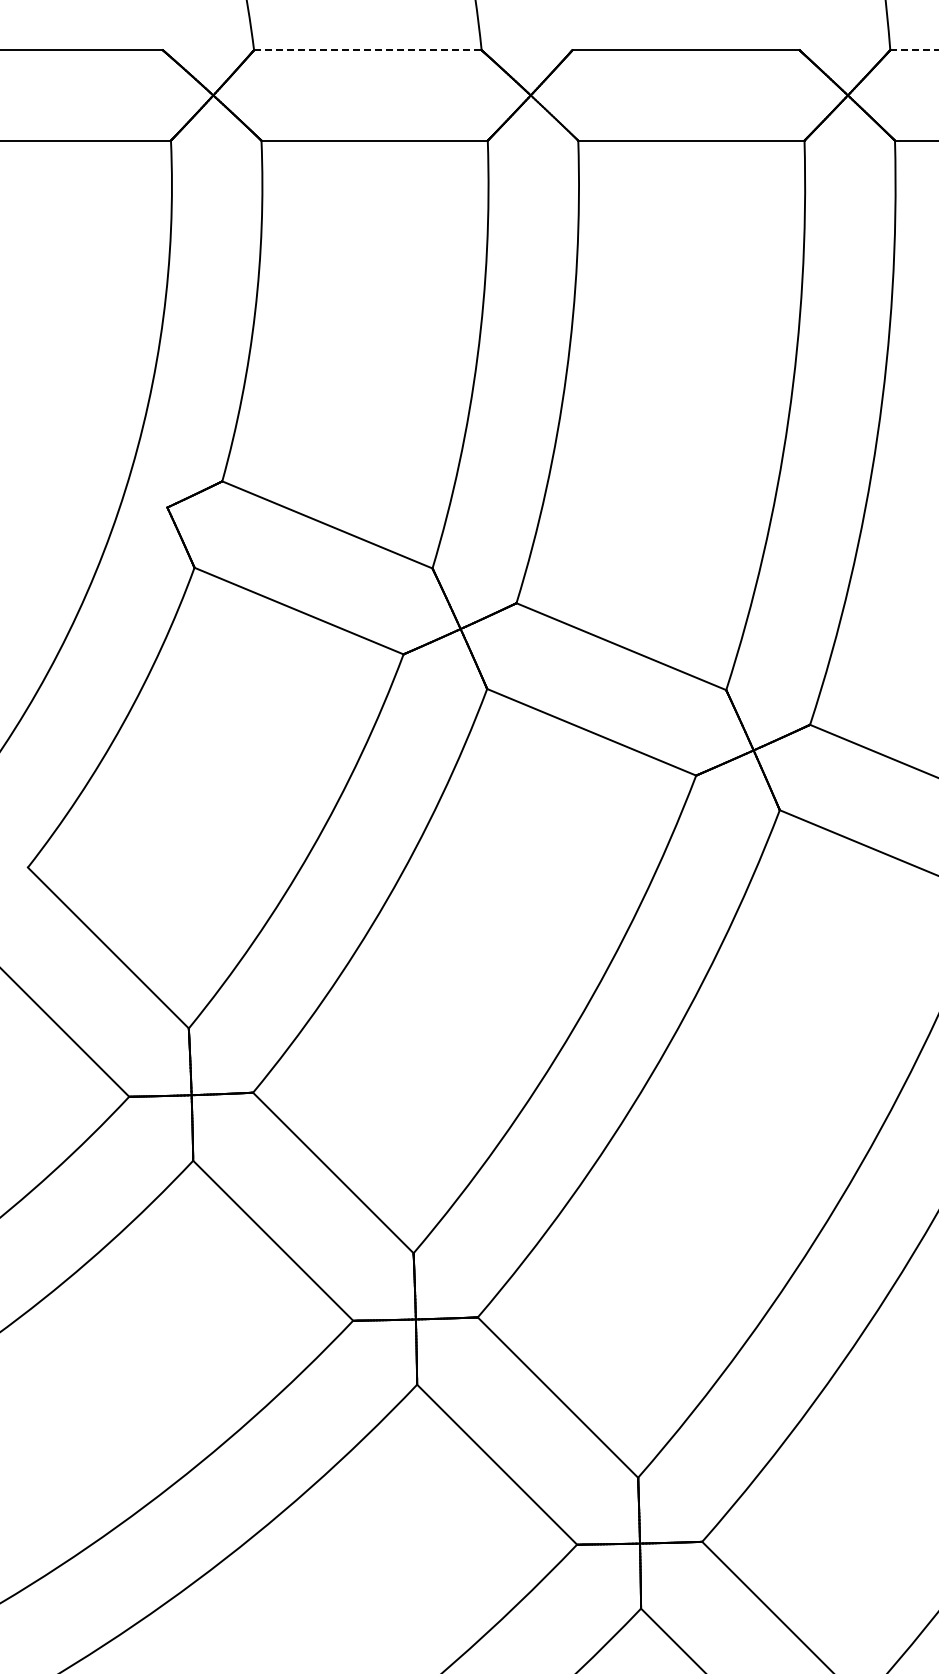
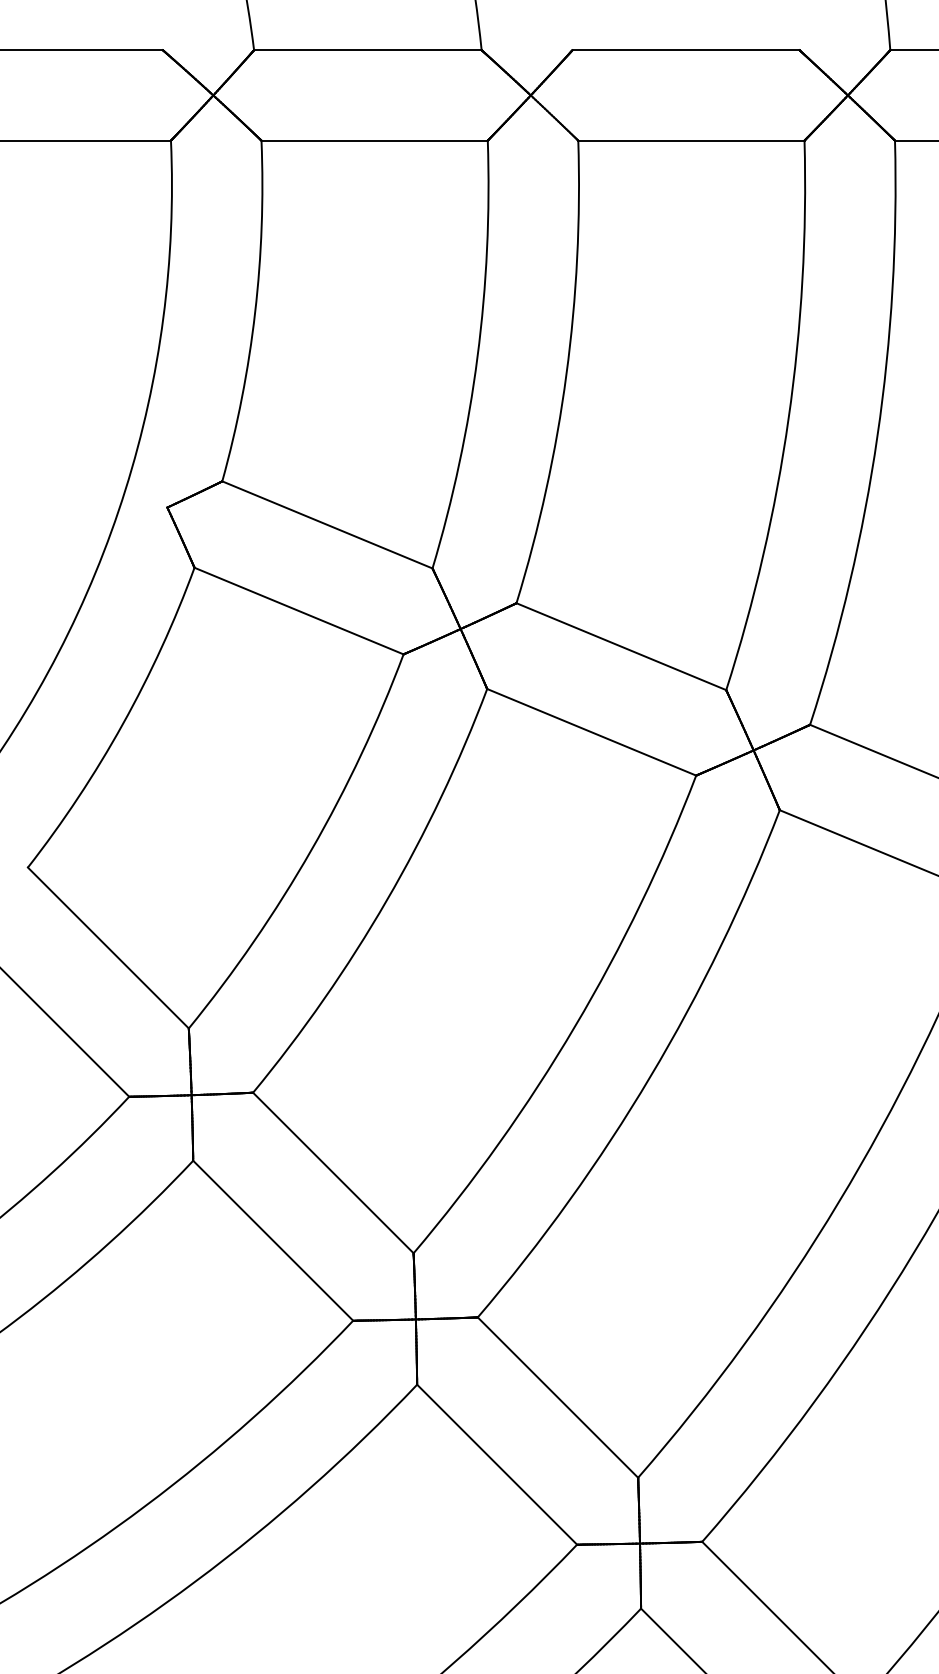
line at (367, 50): dashed -> solid
line at (914, 50): dashed -> solid
